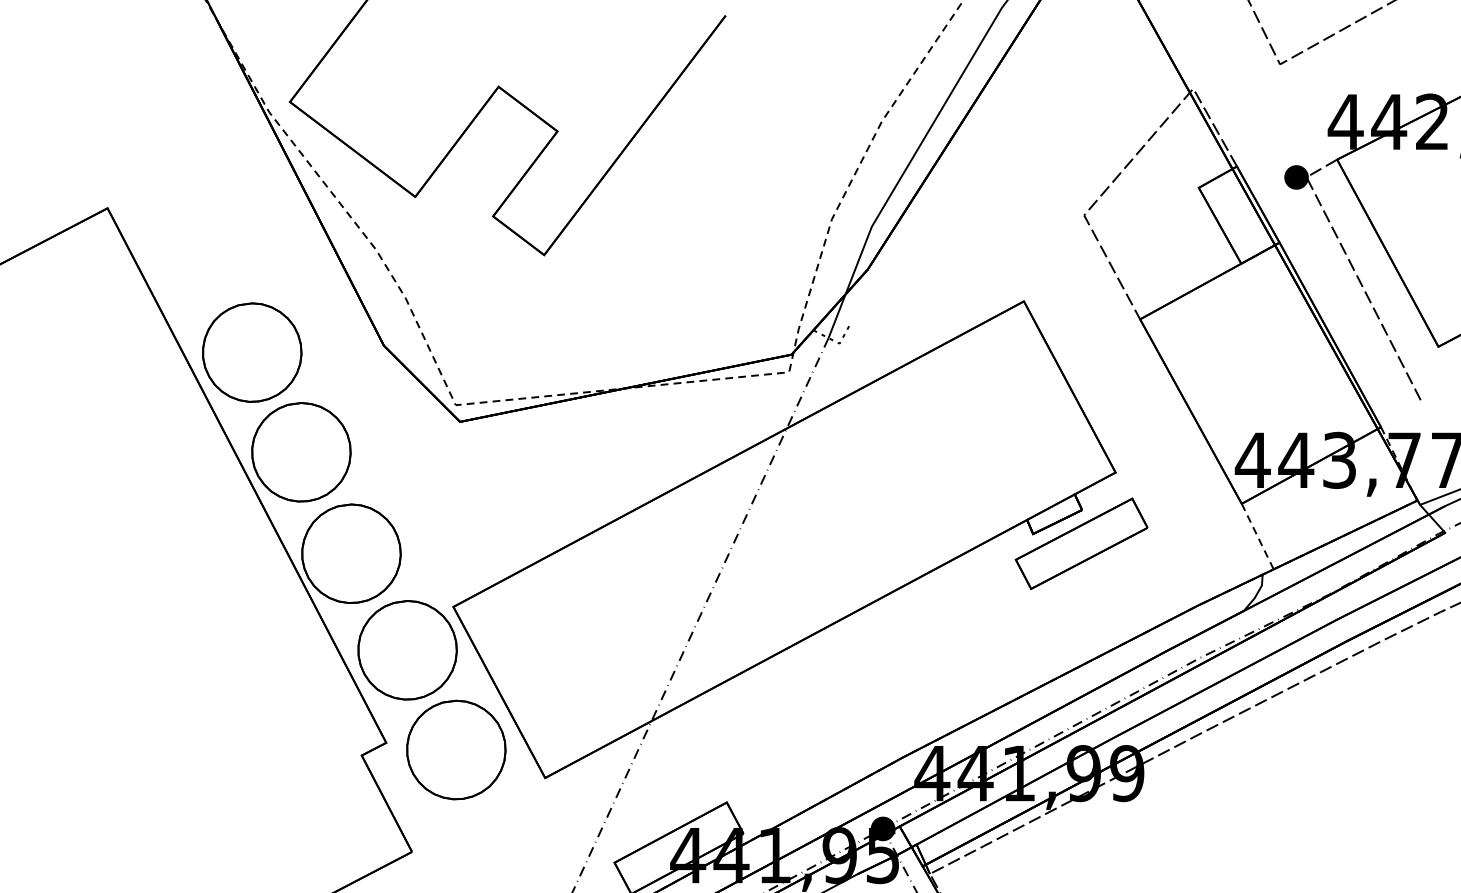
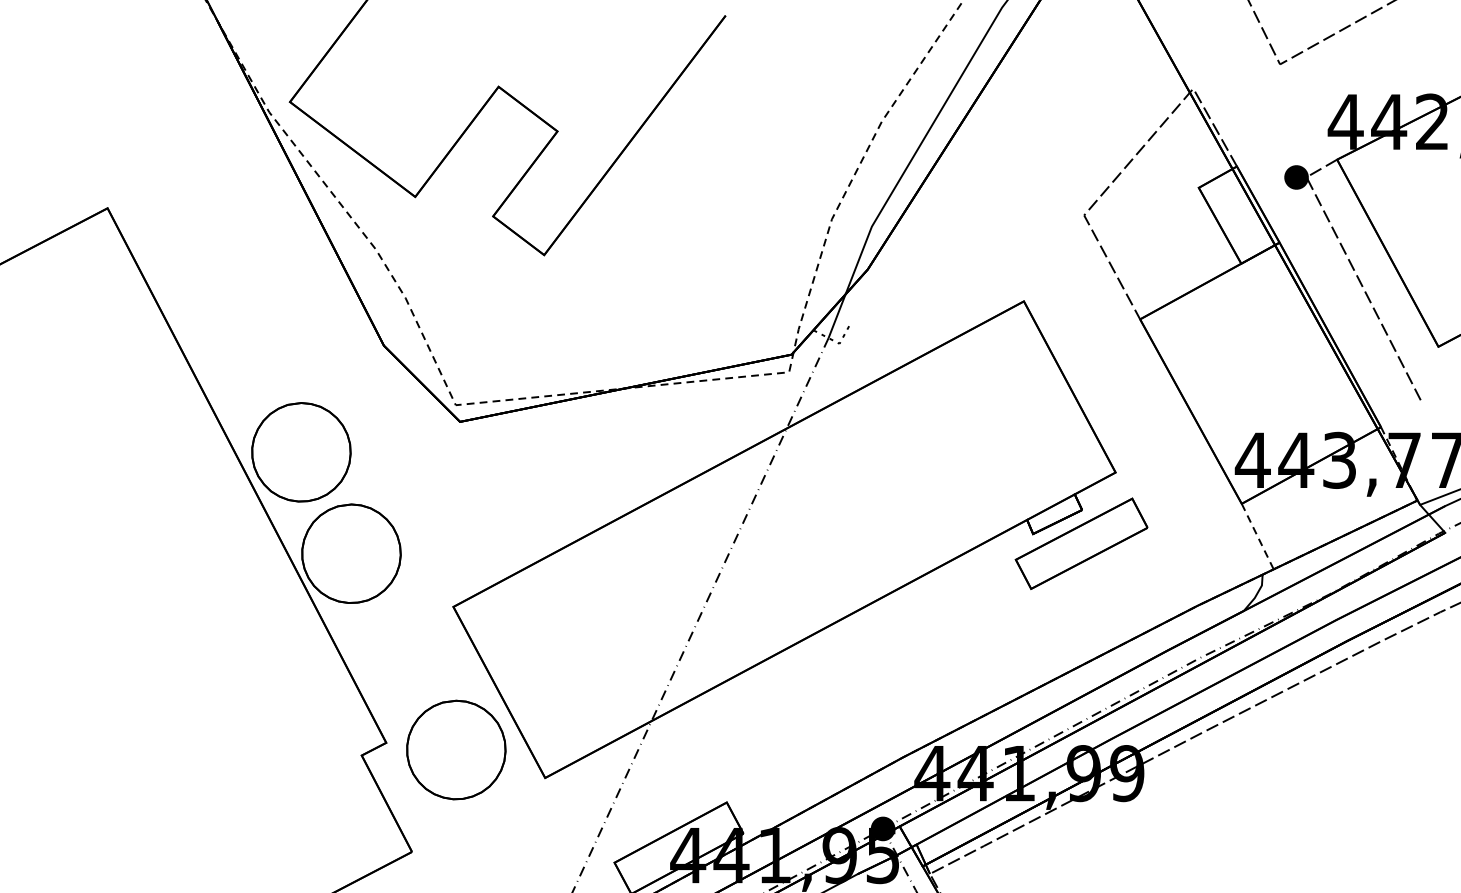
part at (252, 352): present -> none
part at (407, 650): present -> none
